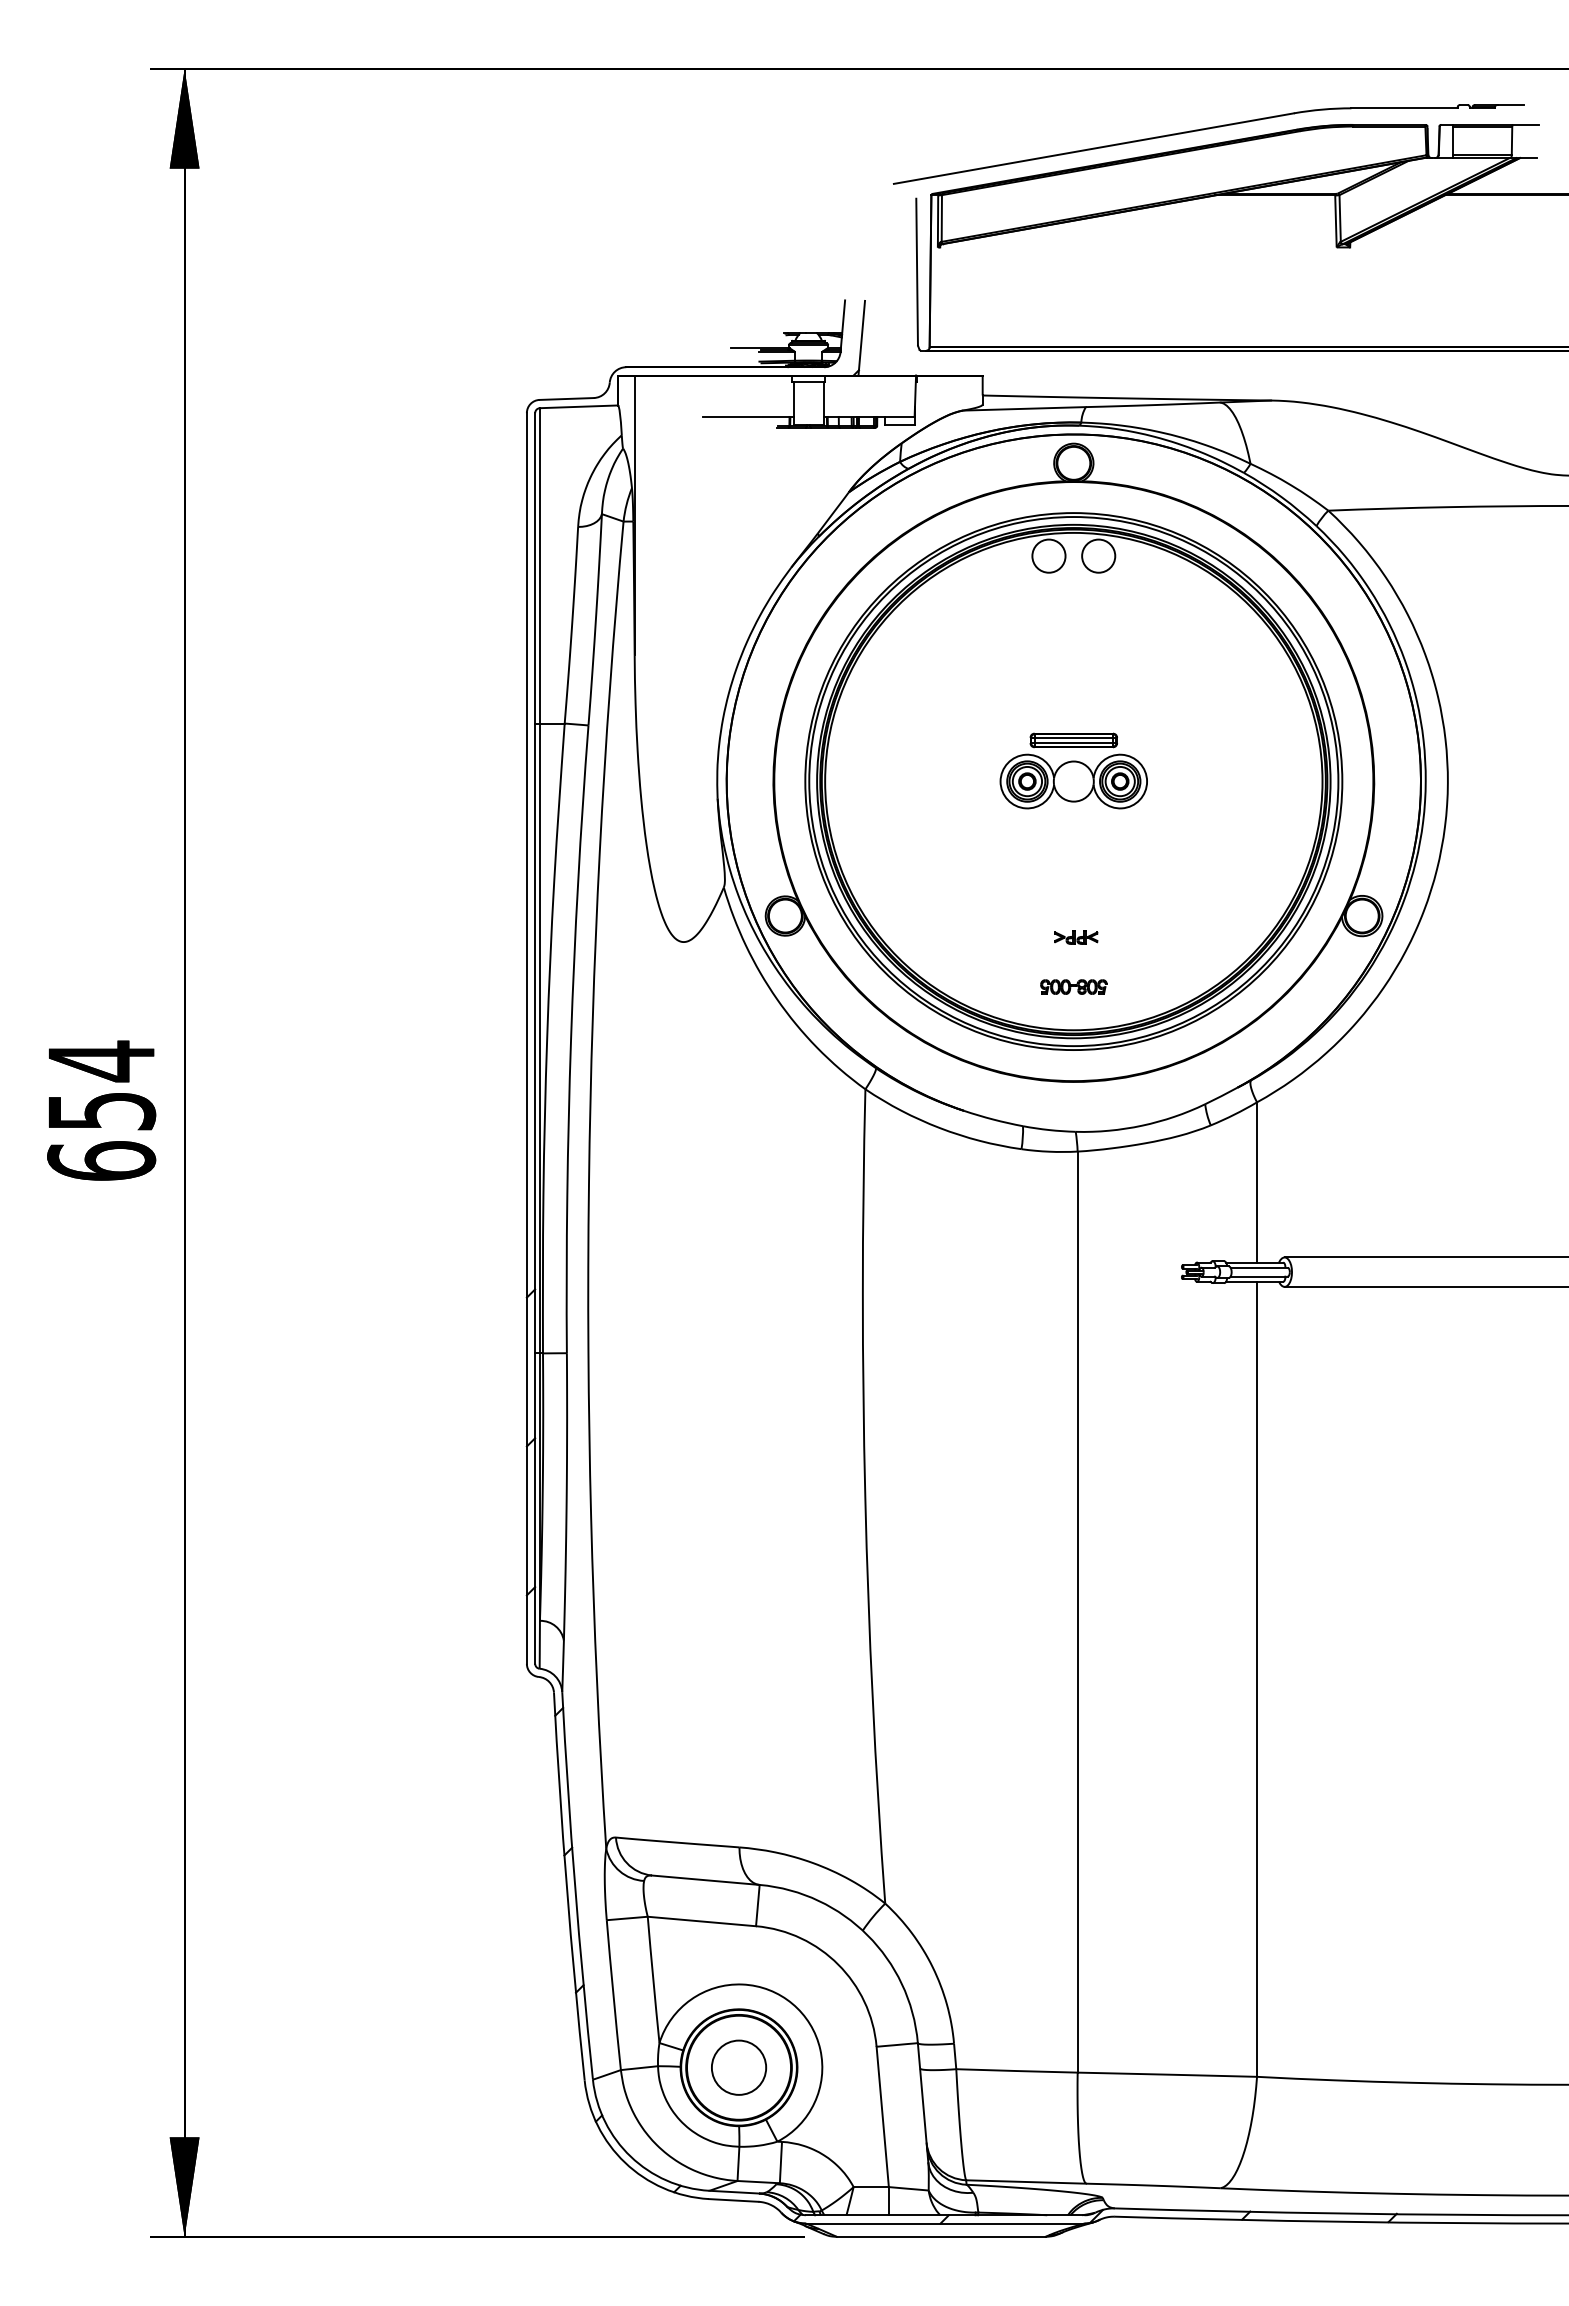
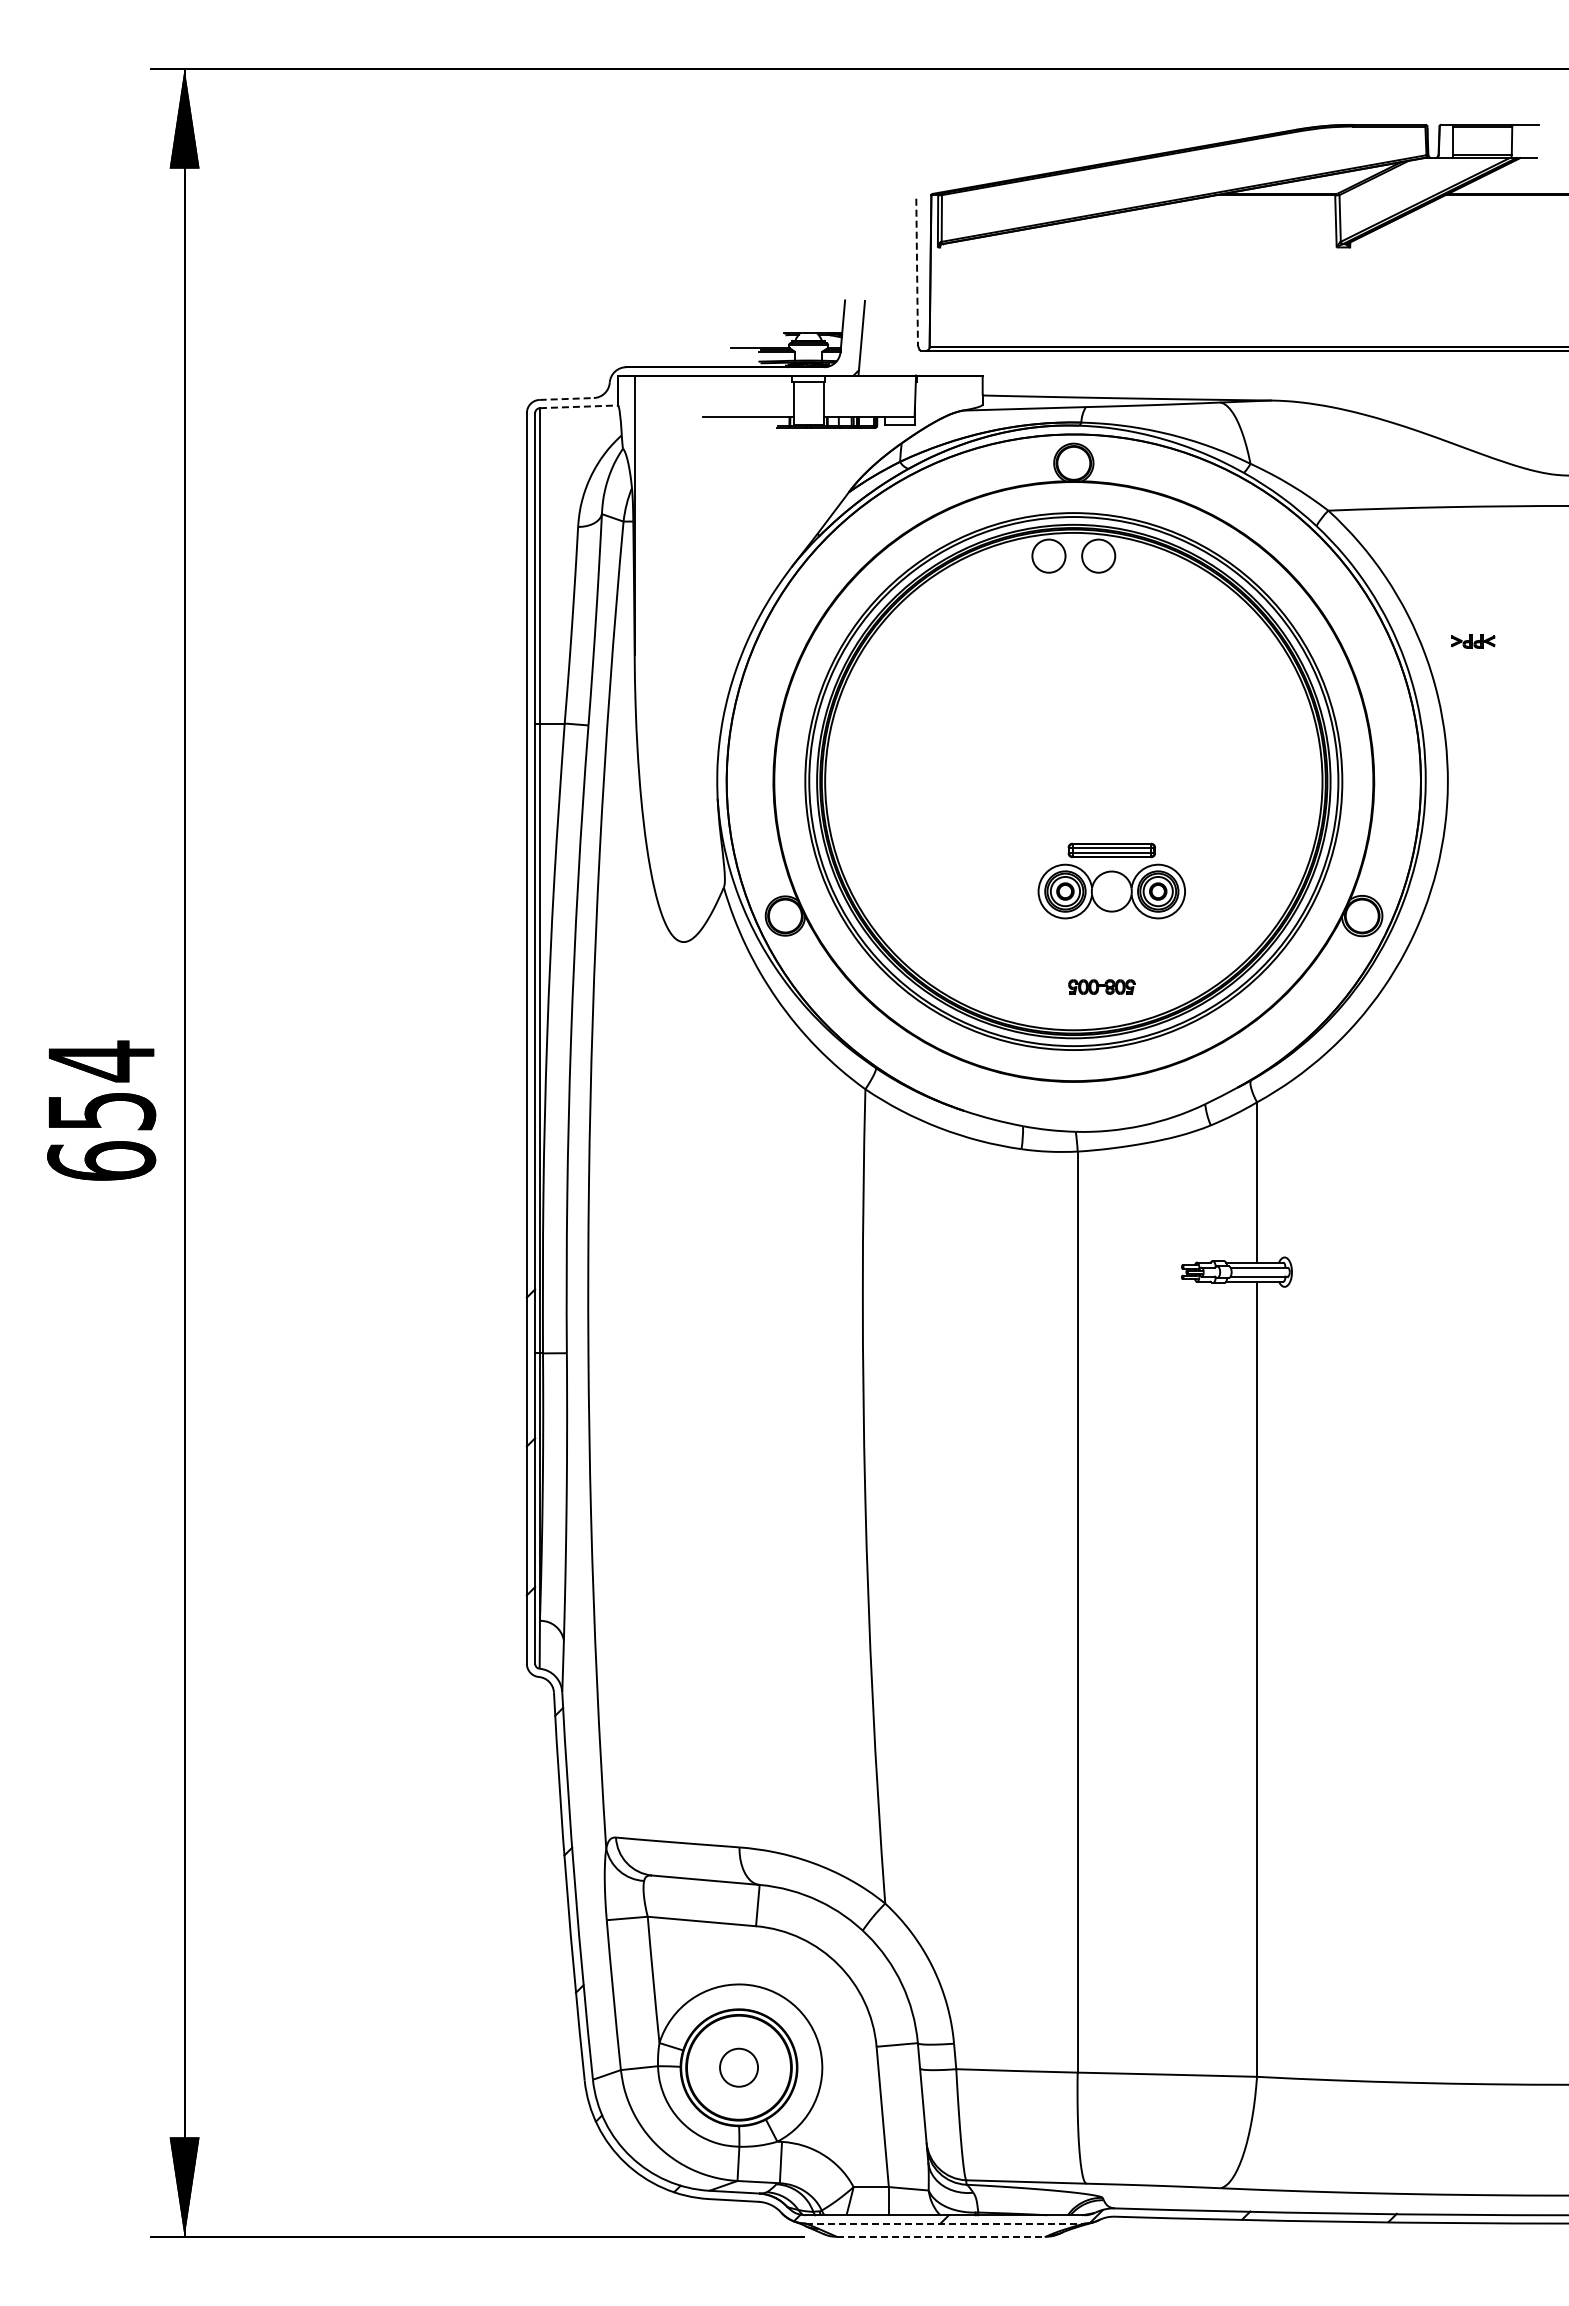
part at (1203, 130): present -> none
line at (917, 272): solid -> dashed
line at (567, 398): solid -> dashed
line at (579, 406): solid -> dashed
part at (1073, 770) position: (1073, 770) -> (1111, 880)
part at (1076, 937) position: (1076, 937) -> (1473, 641)
part at (1073, 986) position: (1073, 986) -> (1101, 986)
line at (1424, 1257): present -> none
line at (1424, 1286): present -> none
circle at (738, 2067) diameter: 54 px -> 38 px
line at (945, 2223): solid -> dashed
line at (941, 2236): solid -> dashed
